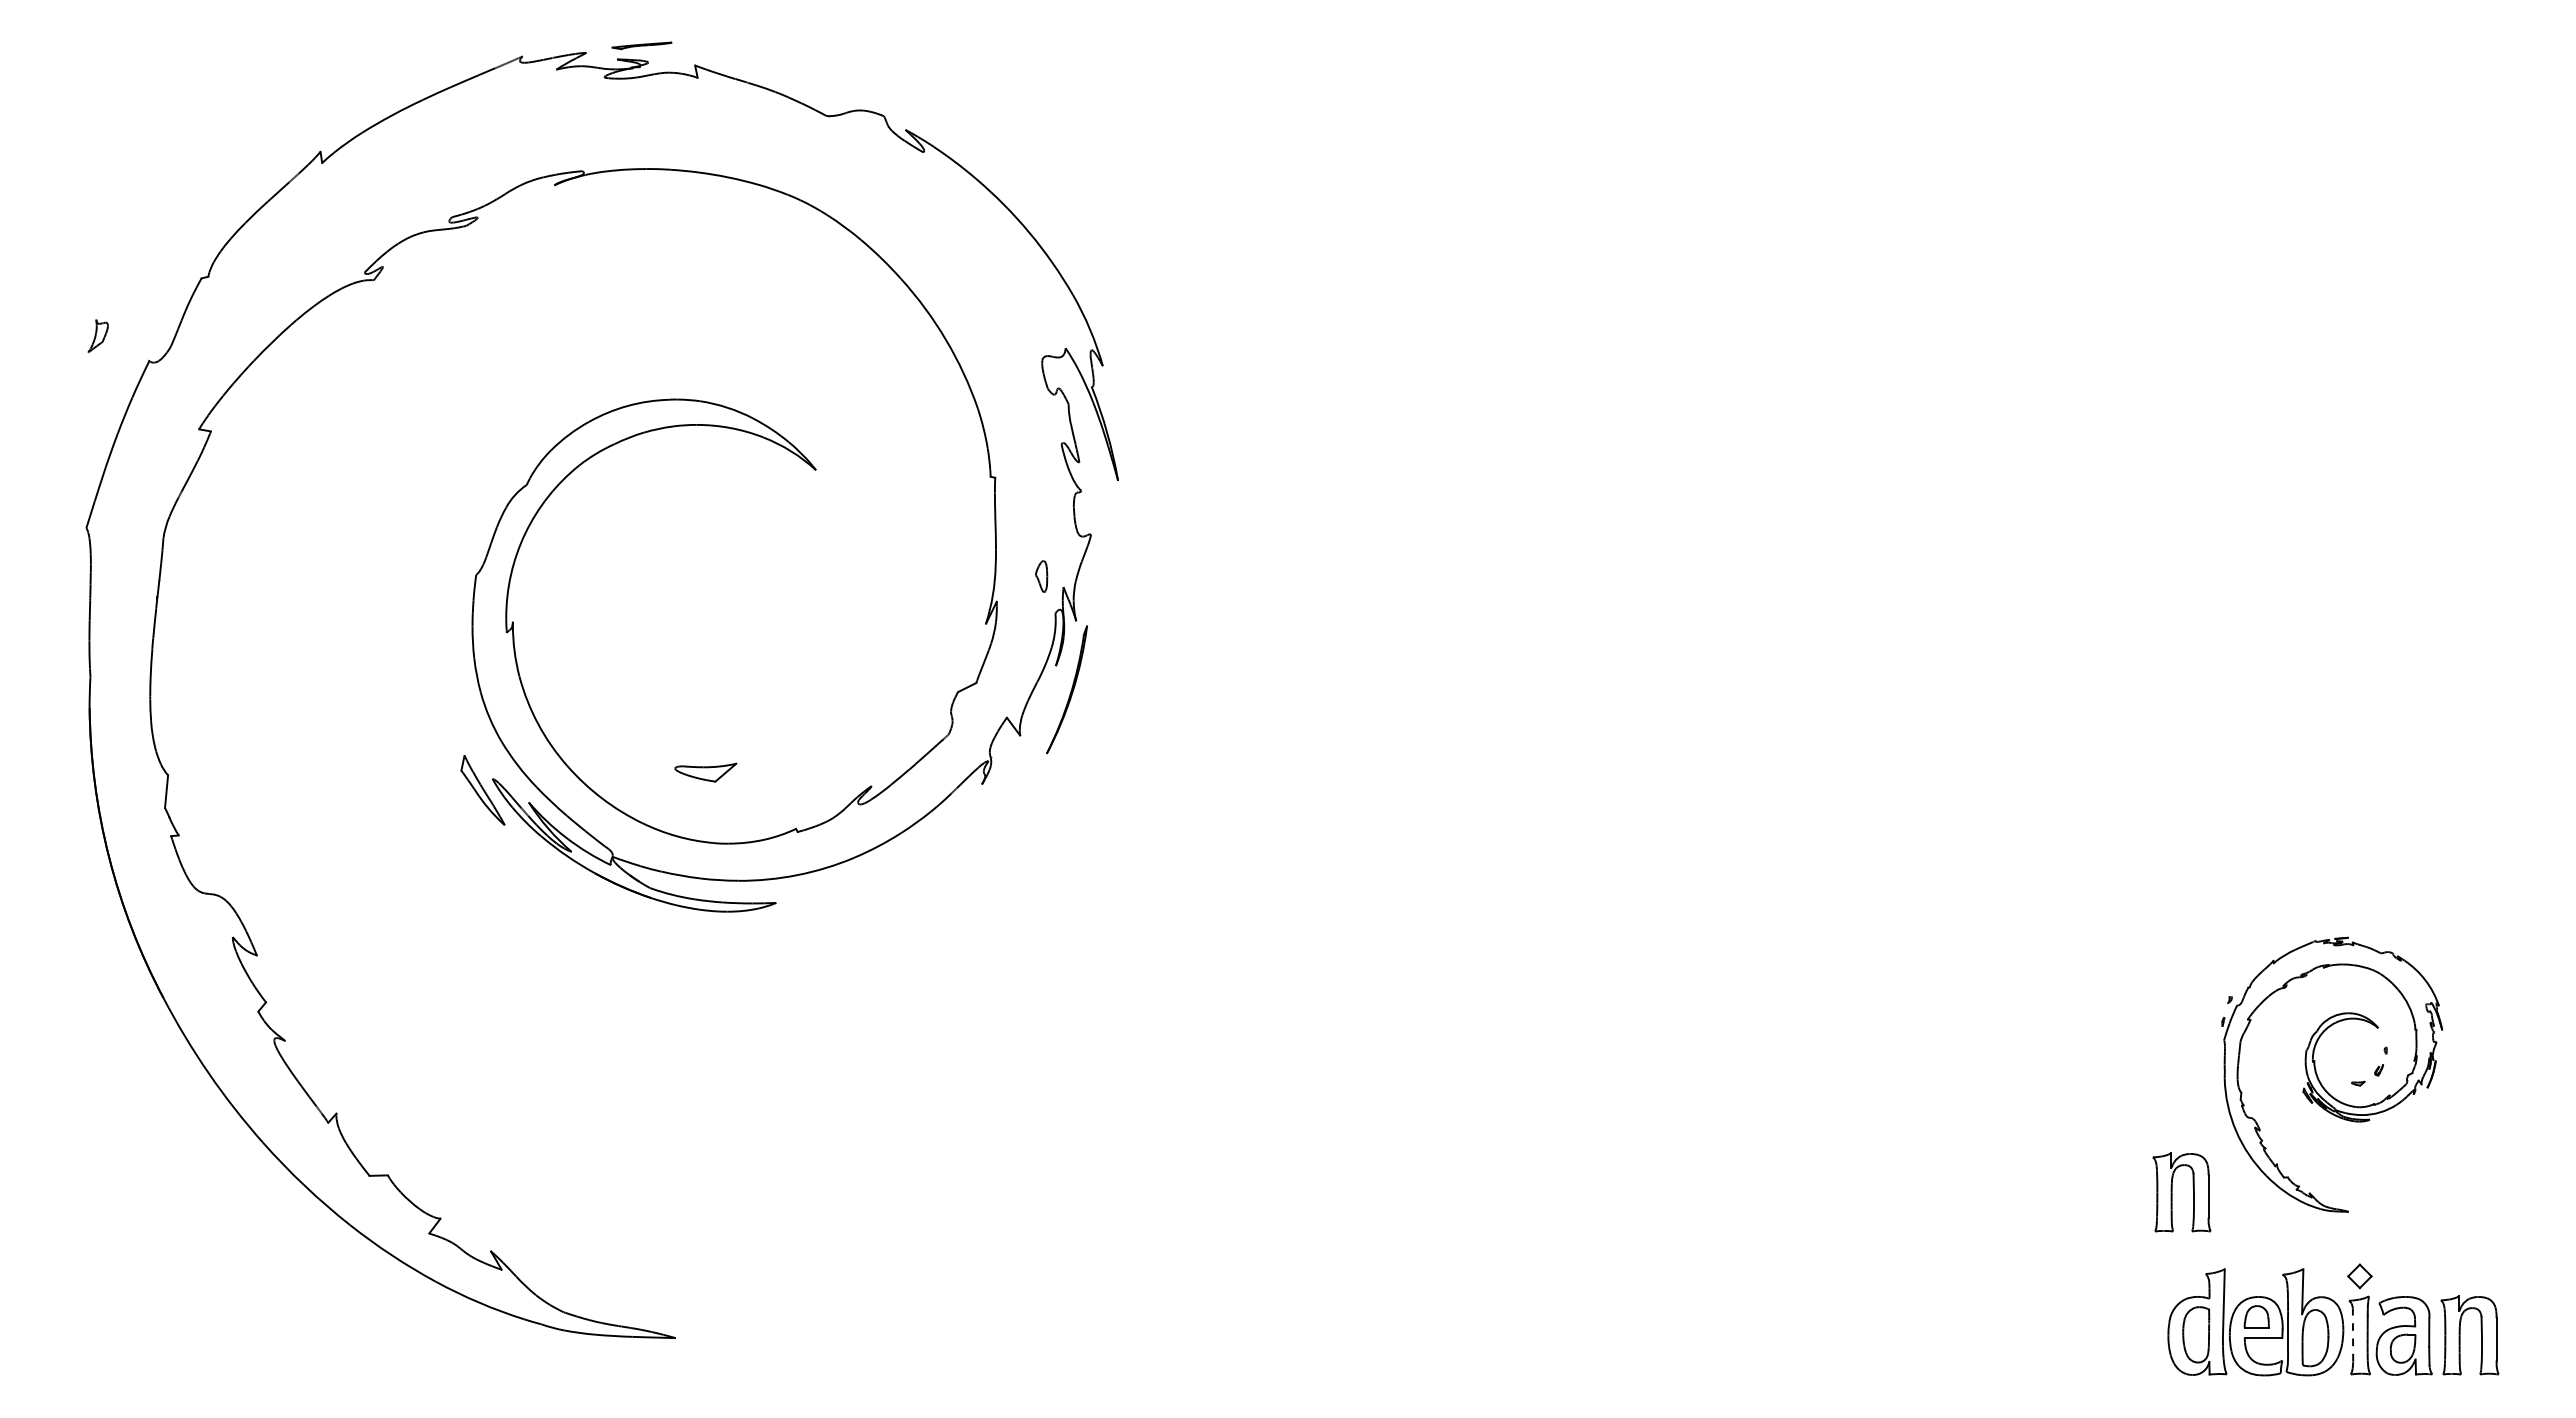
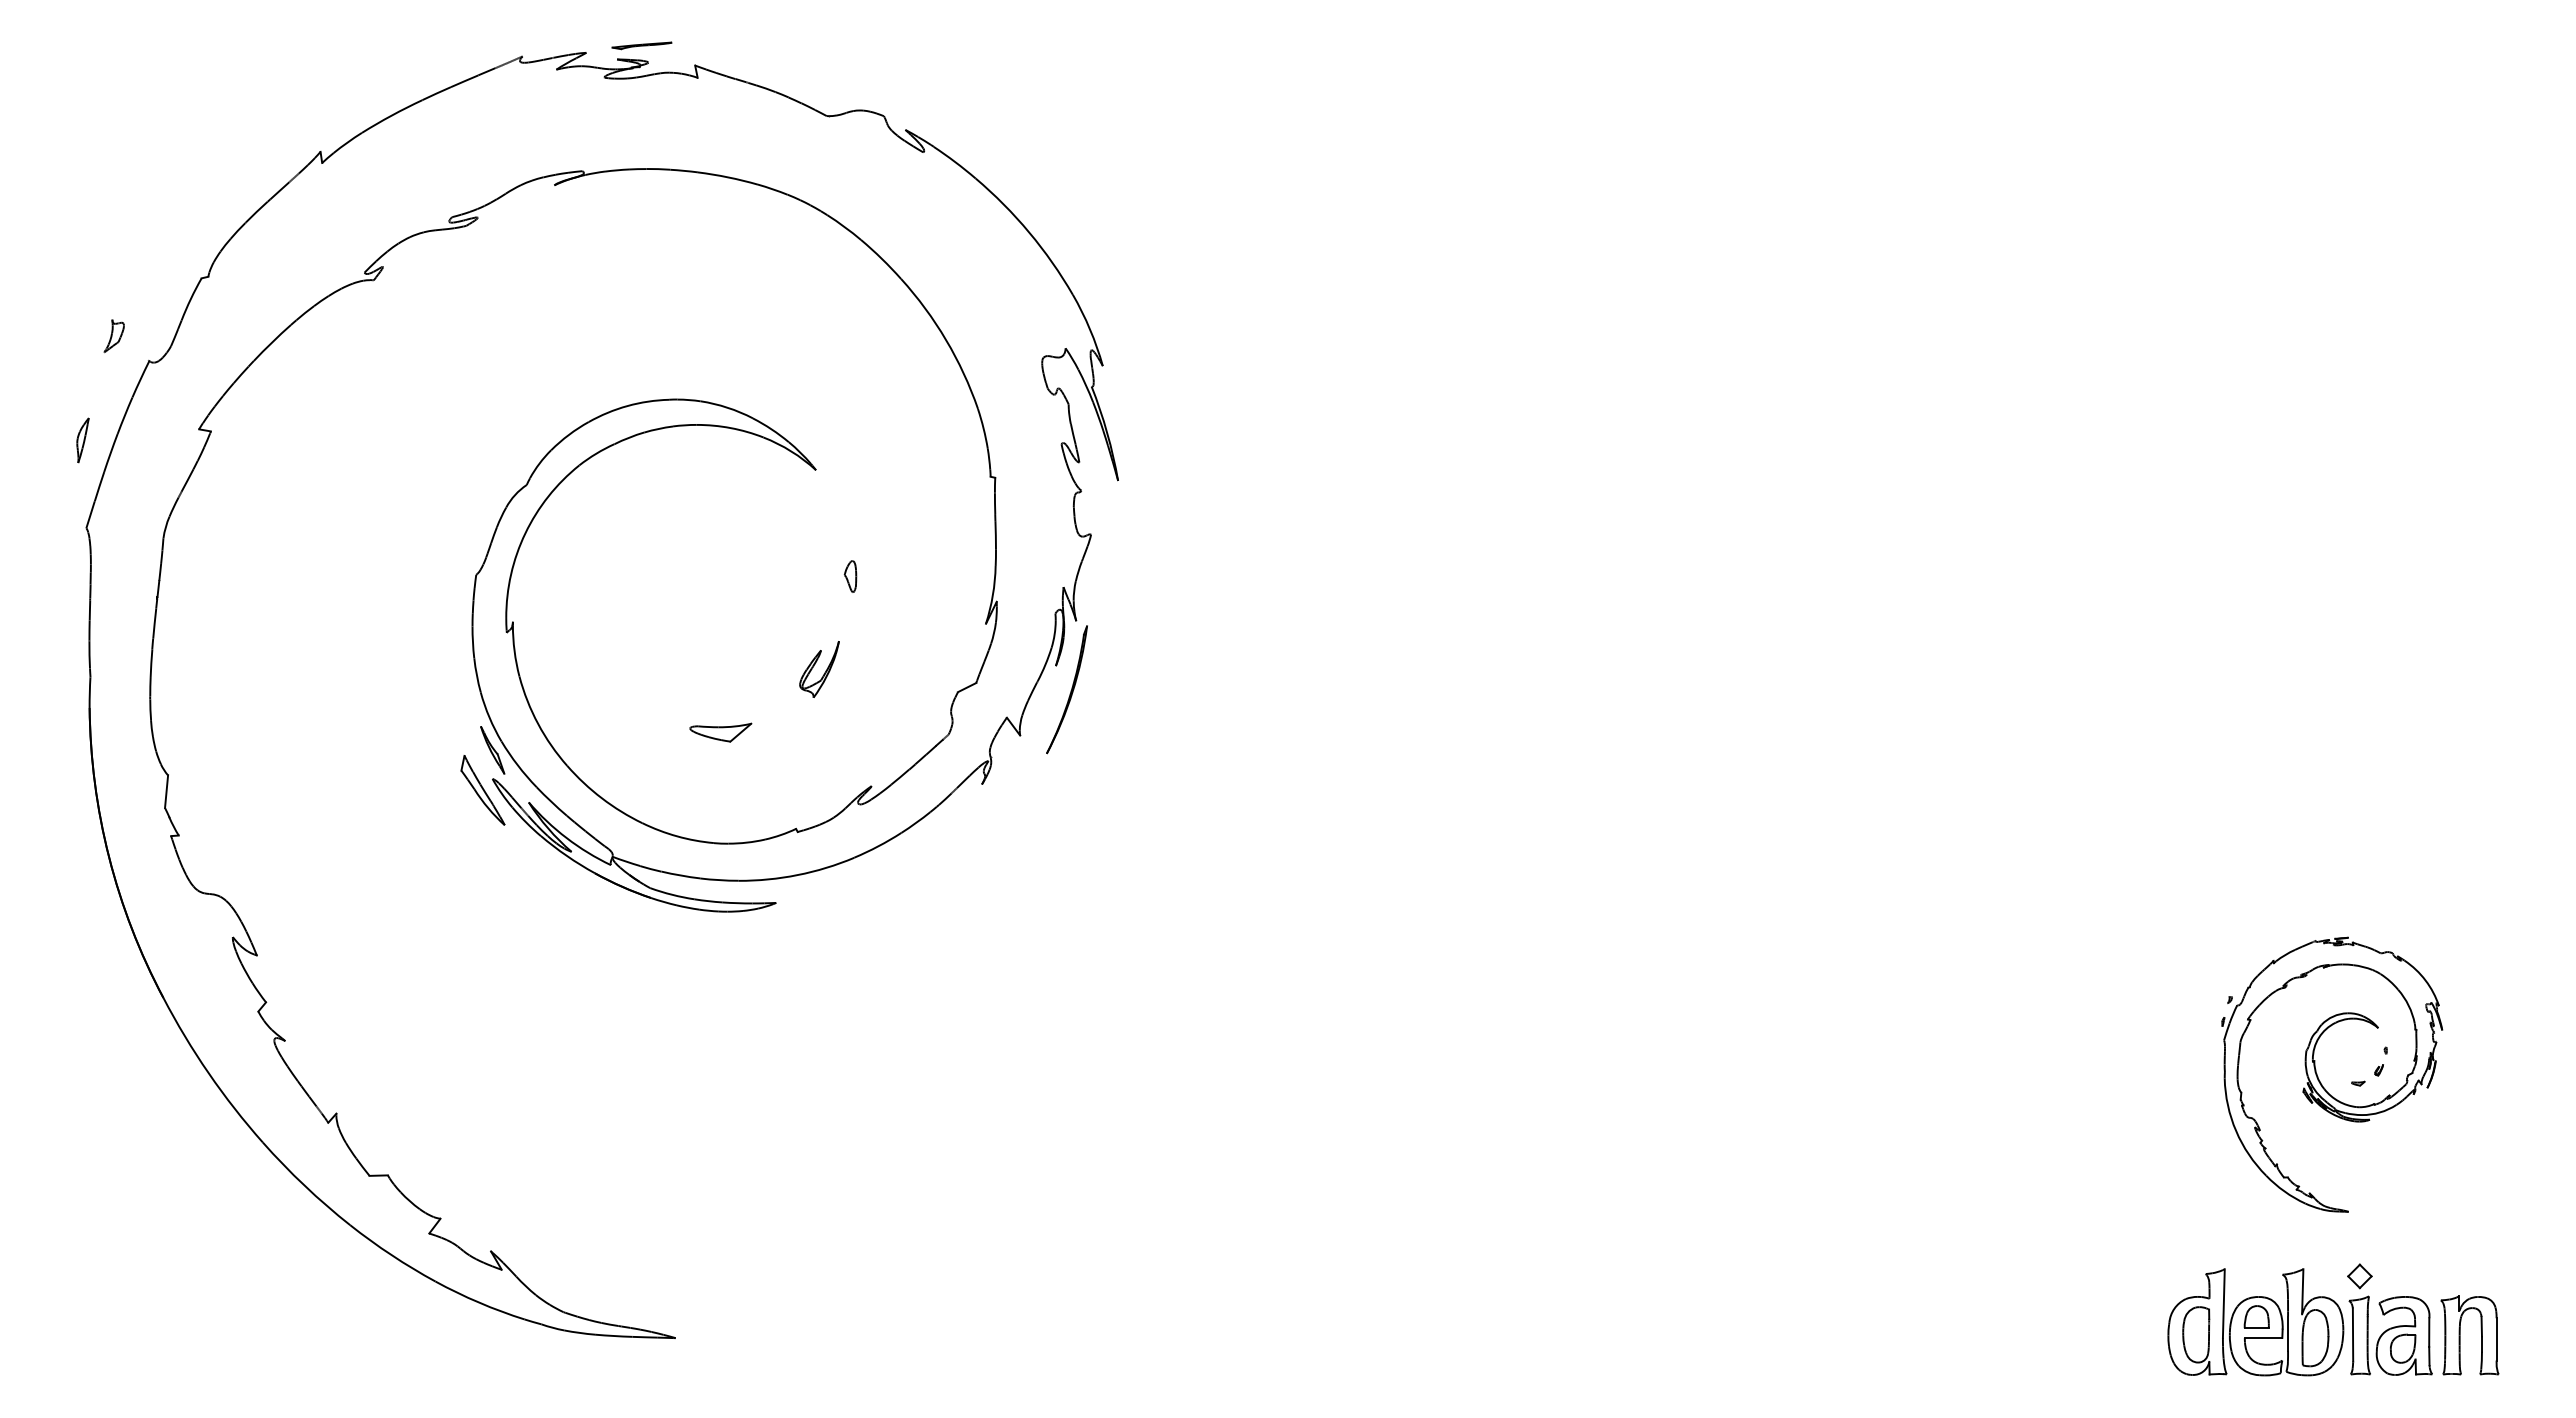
part at (97, 336) position: (97, 336) -> (113, 336)
part at (82, 440): none -> present
part at (1041, 576) position: (1041, 576) -> (850, 576)
part at (819, 669): none -> present
part at (492, 750): none -> present
part at (705, 772) position: (705, 772) -> (720, 732)
part at (2172, 1192): present -> none
line at (2353, 1334): dashed -> solid
